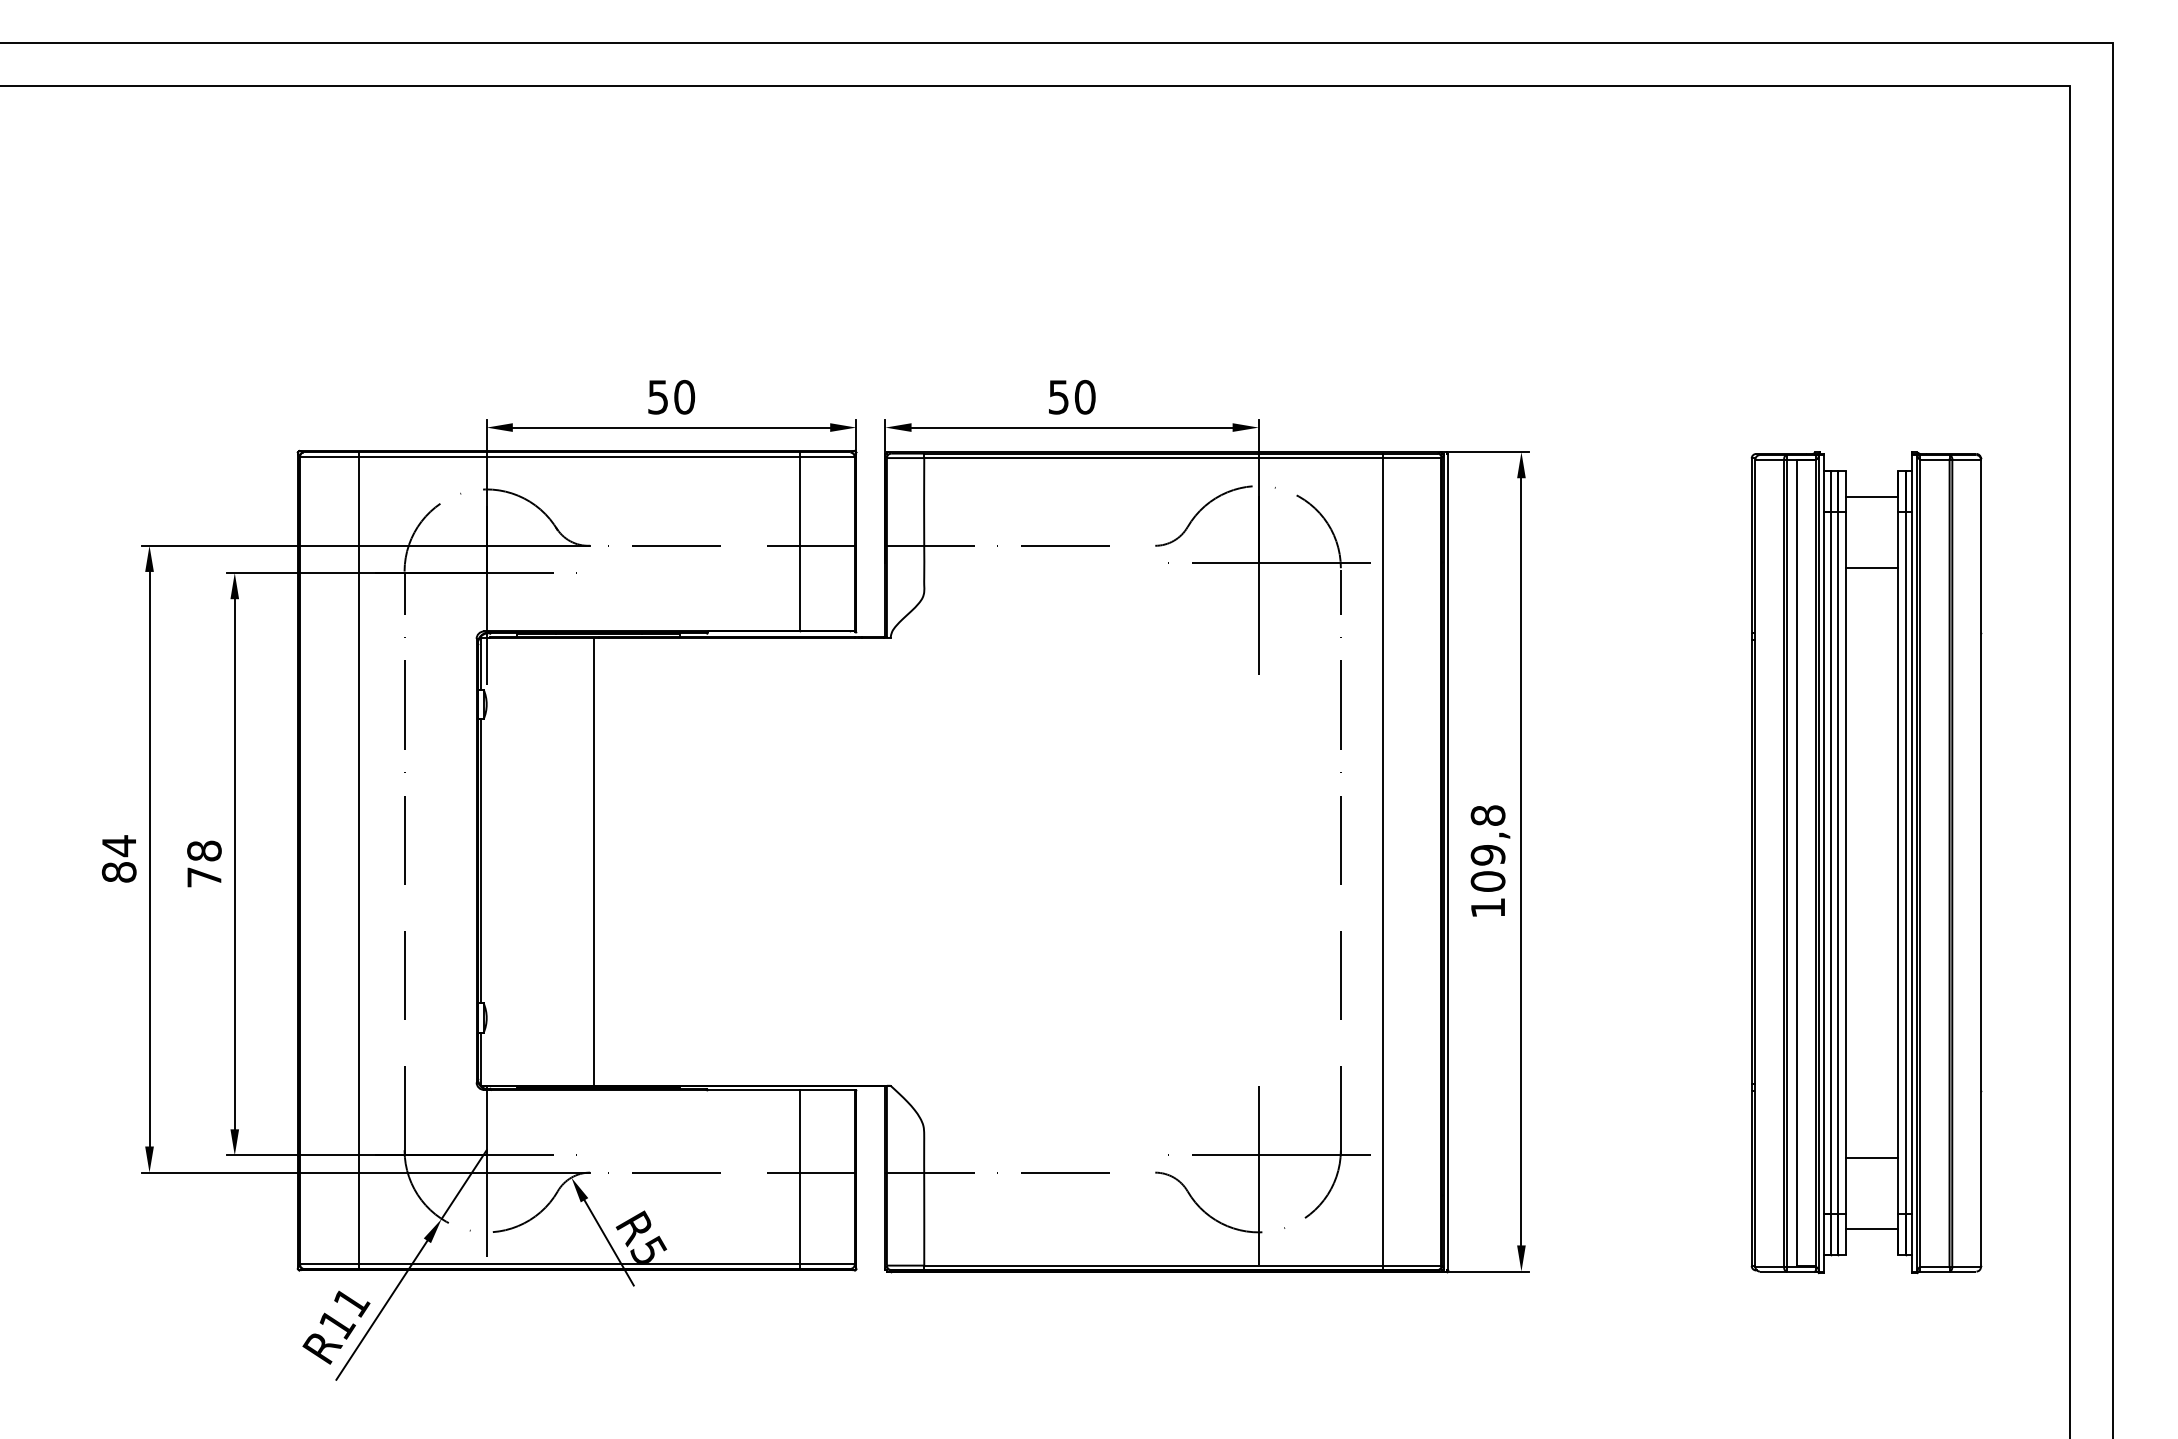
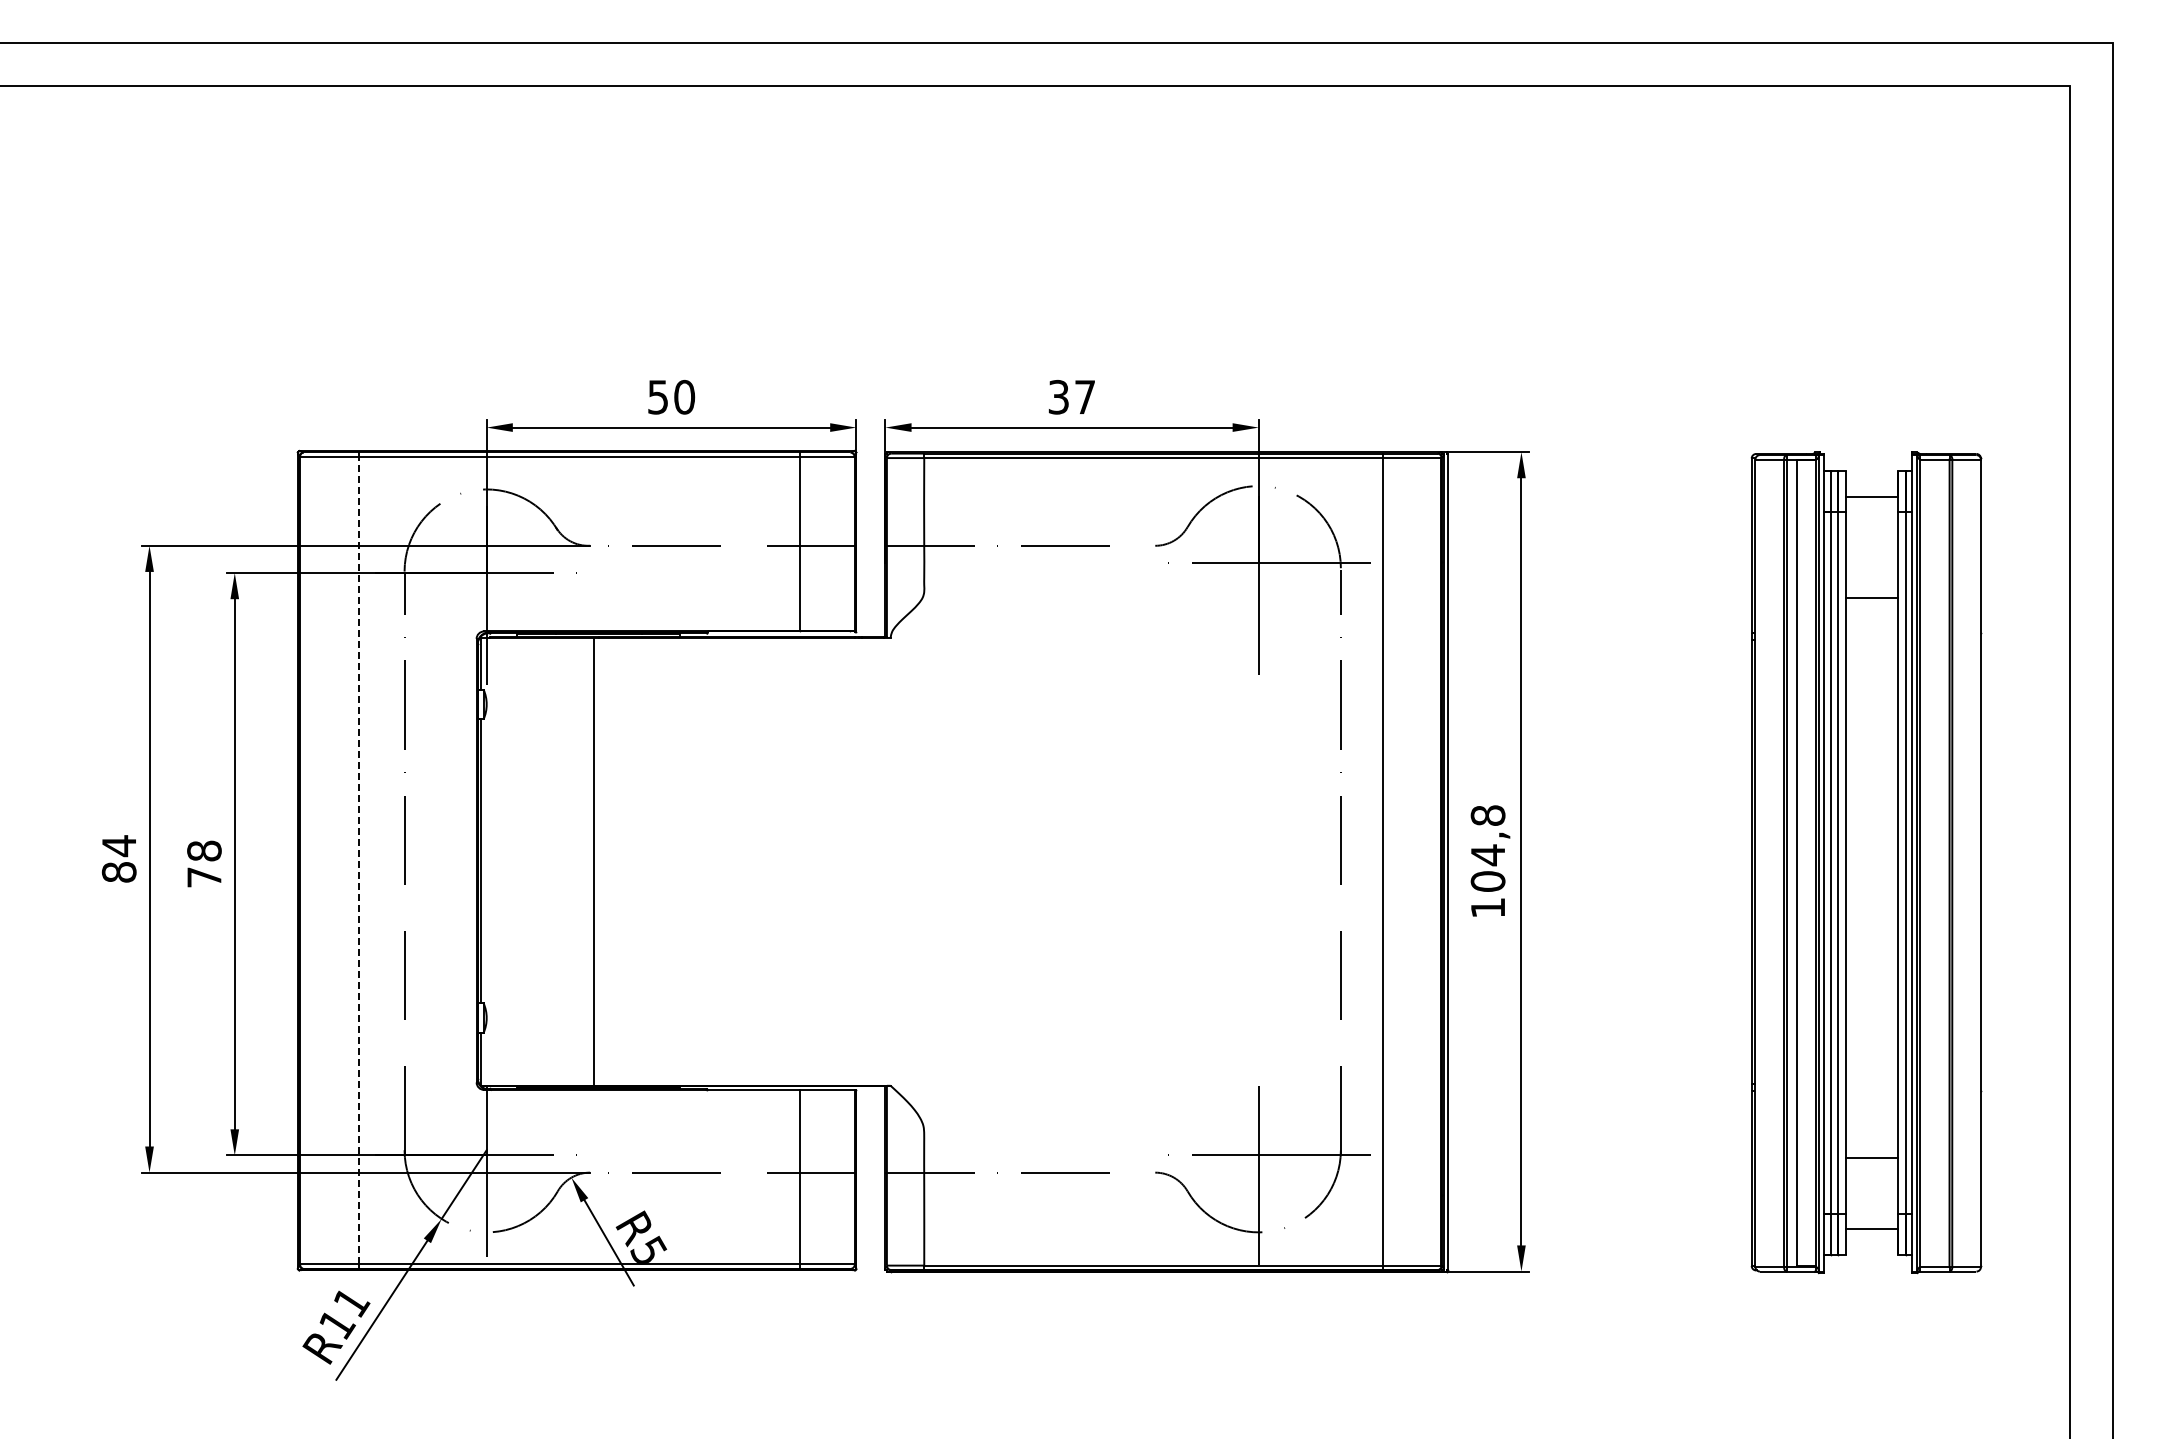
text at (1072, 396): 50 -> 37
line at (1871, 567) position: (1871, 567) -> (1871, 597)
text at (1487, 855): 109,8 -> 104,8
line at (359, 860): solid -> dashed
